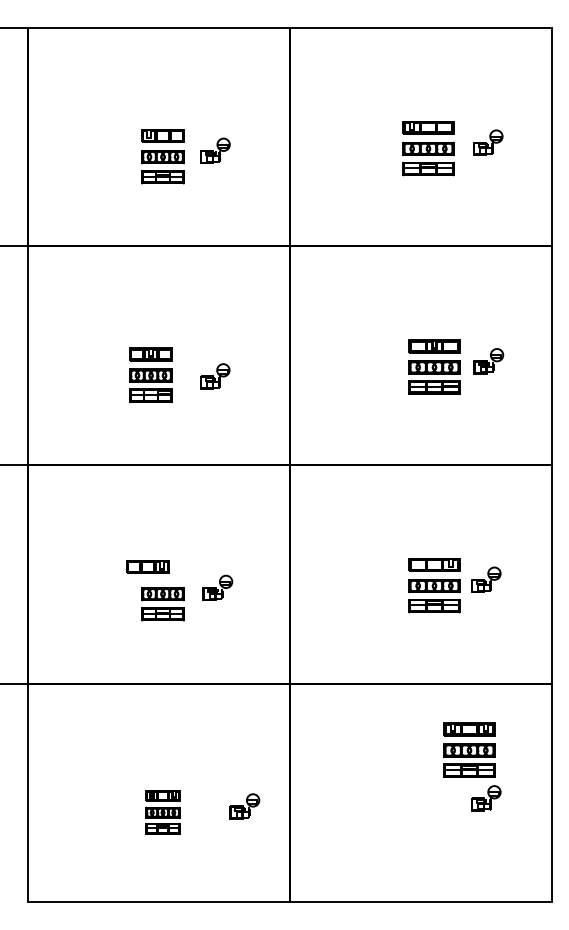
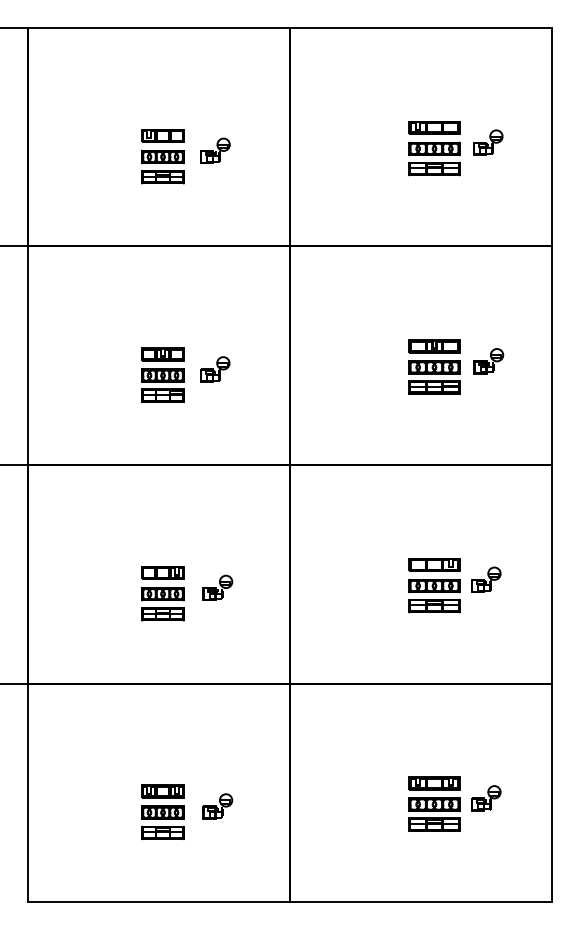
part at (428, 148) position: (428, 148) -> (434, 148)
part at (150, 374) position: (150, 374) -> (162, 374)
part at (215, 376) position: (215, 376) -> (215, 369)
part at (147, 566) position: (147, 566) -> (162, 572)
part at (469, 749) position: (469, 749) -> (434, 803)
part at (244, 806) position: (244, 806) -> (217, 806)
part at (162, 812) size: 36x45 px -> 44x57 px
